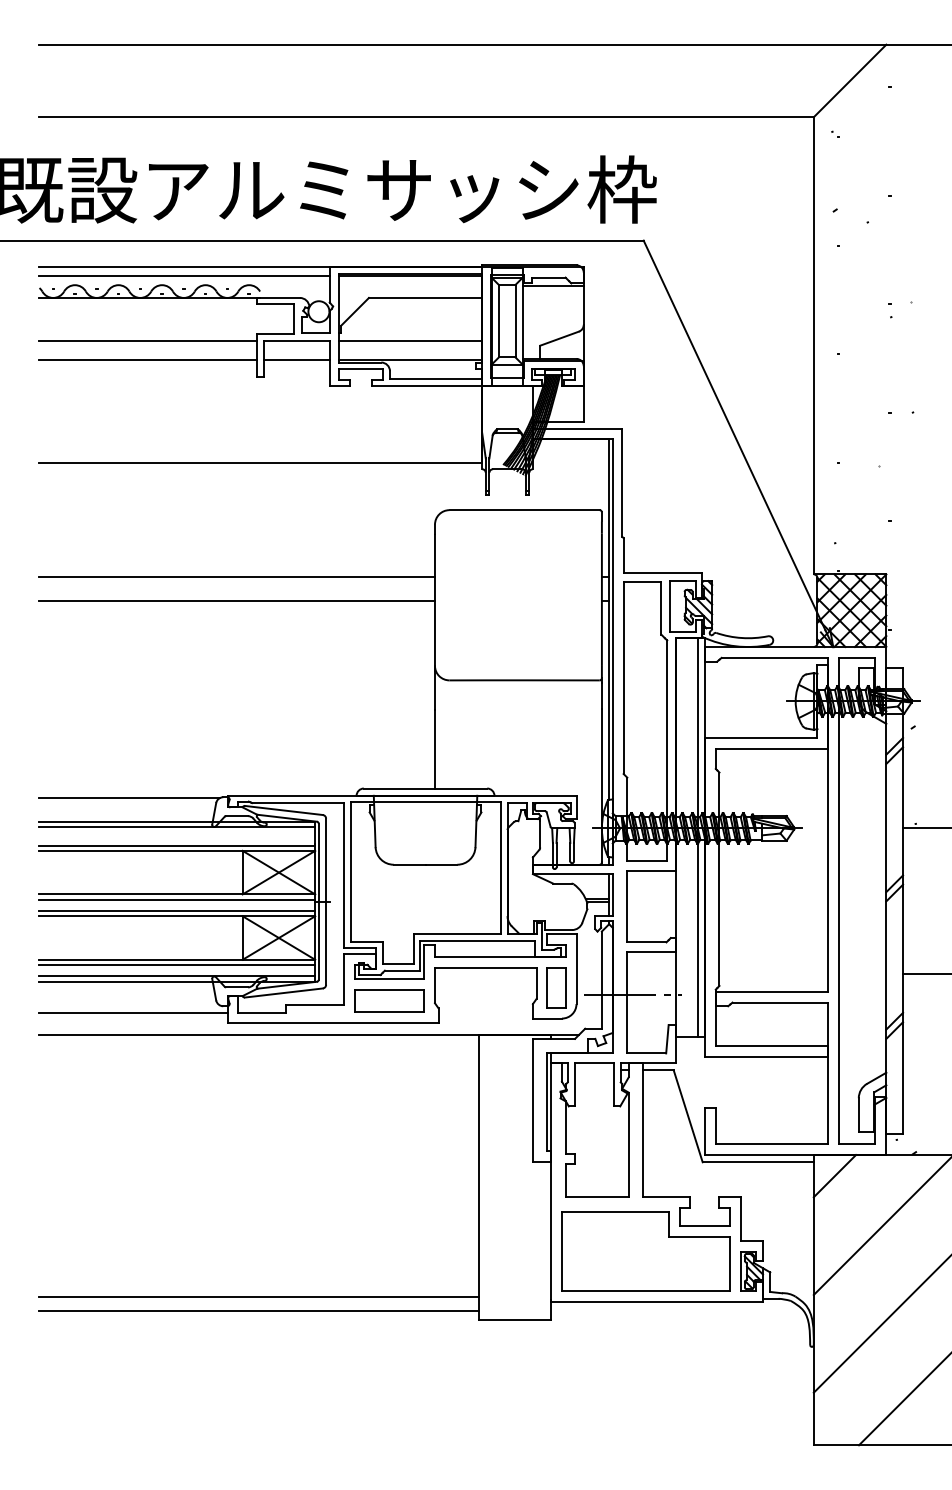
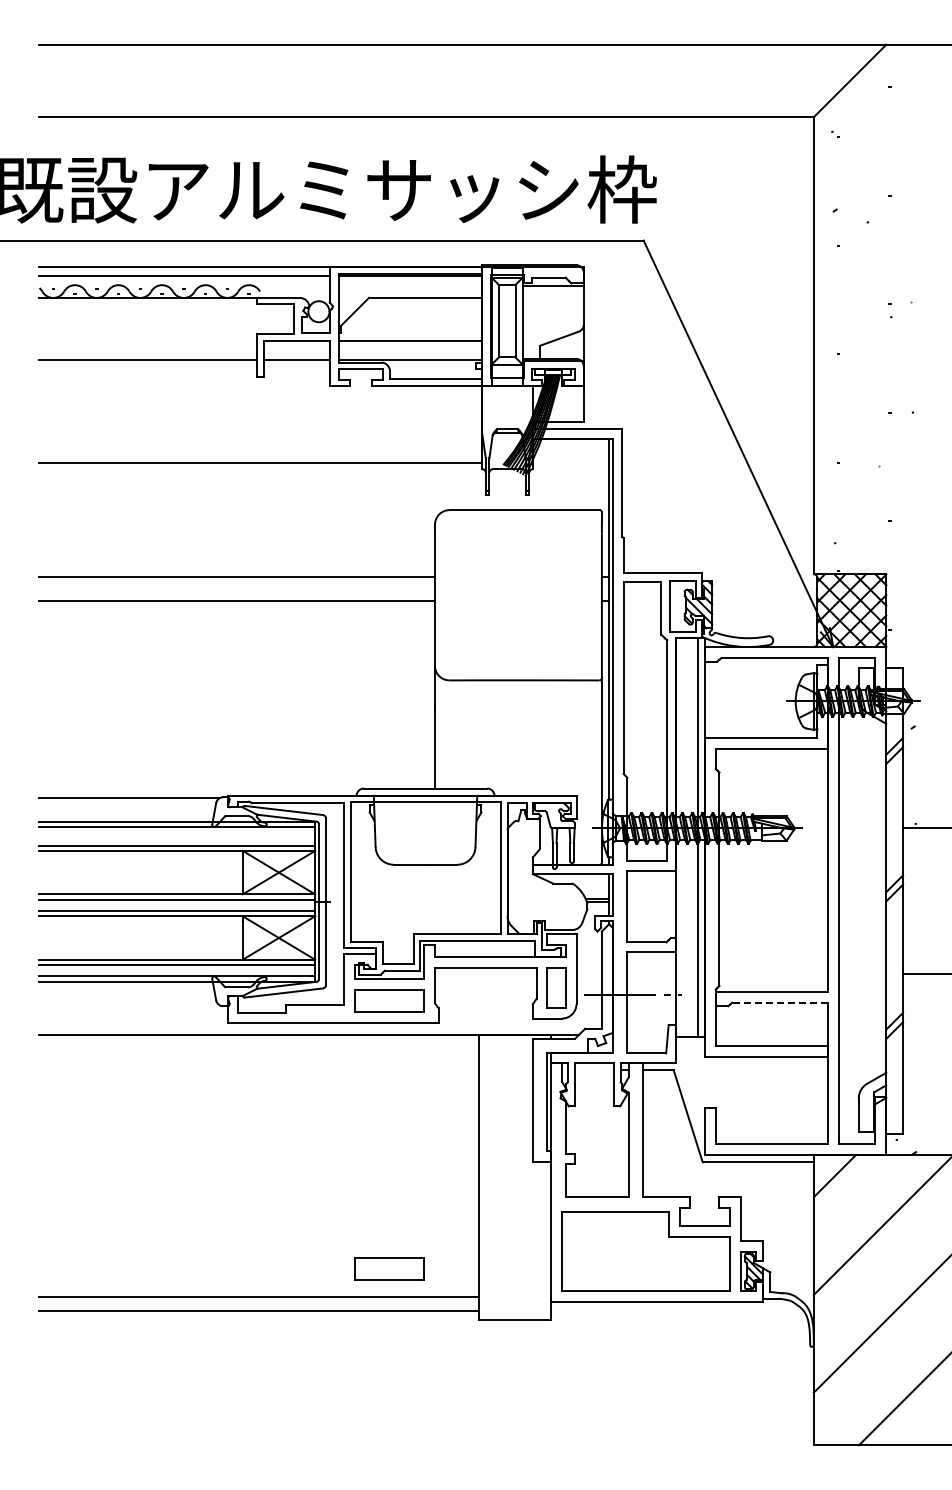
line at (148, 340): present -> none
line at (780, 1002): solid -> dashed
line at (133, 1012): present -> none
part at (389, 1268): none -> present
